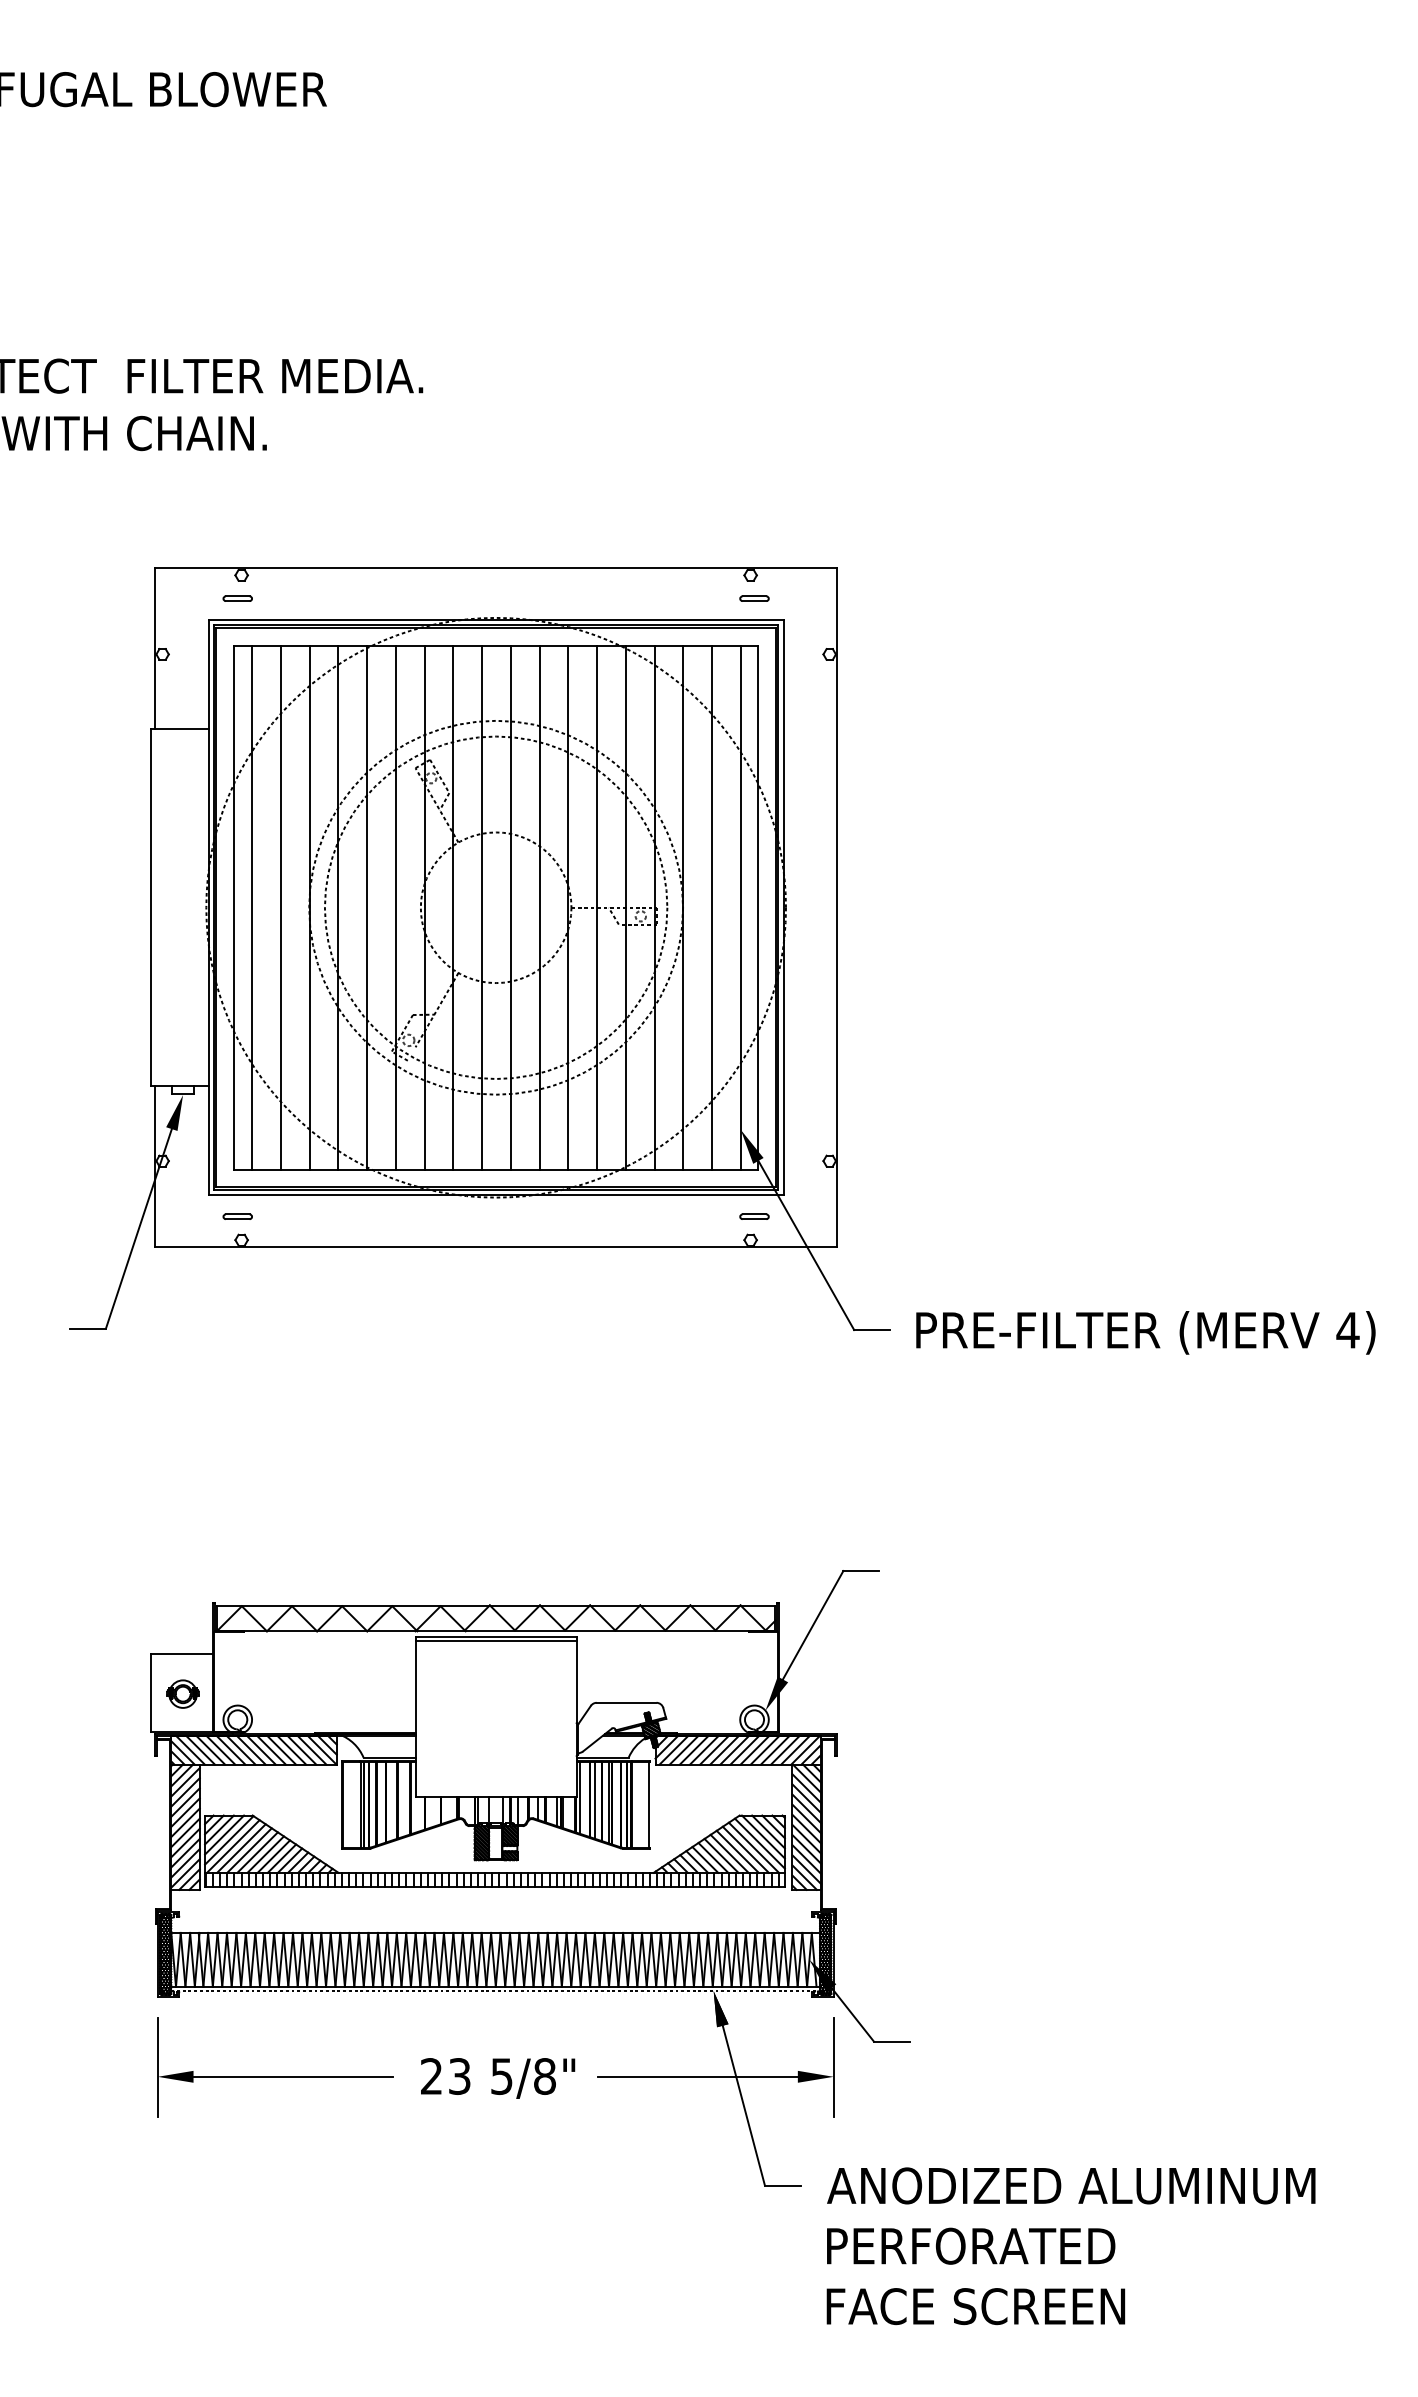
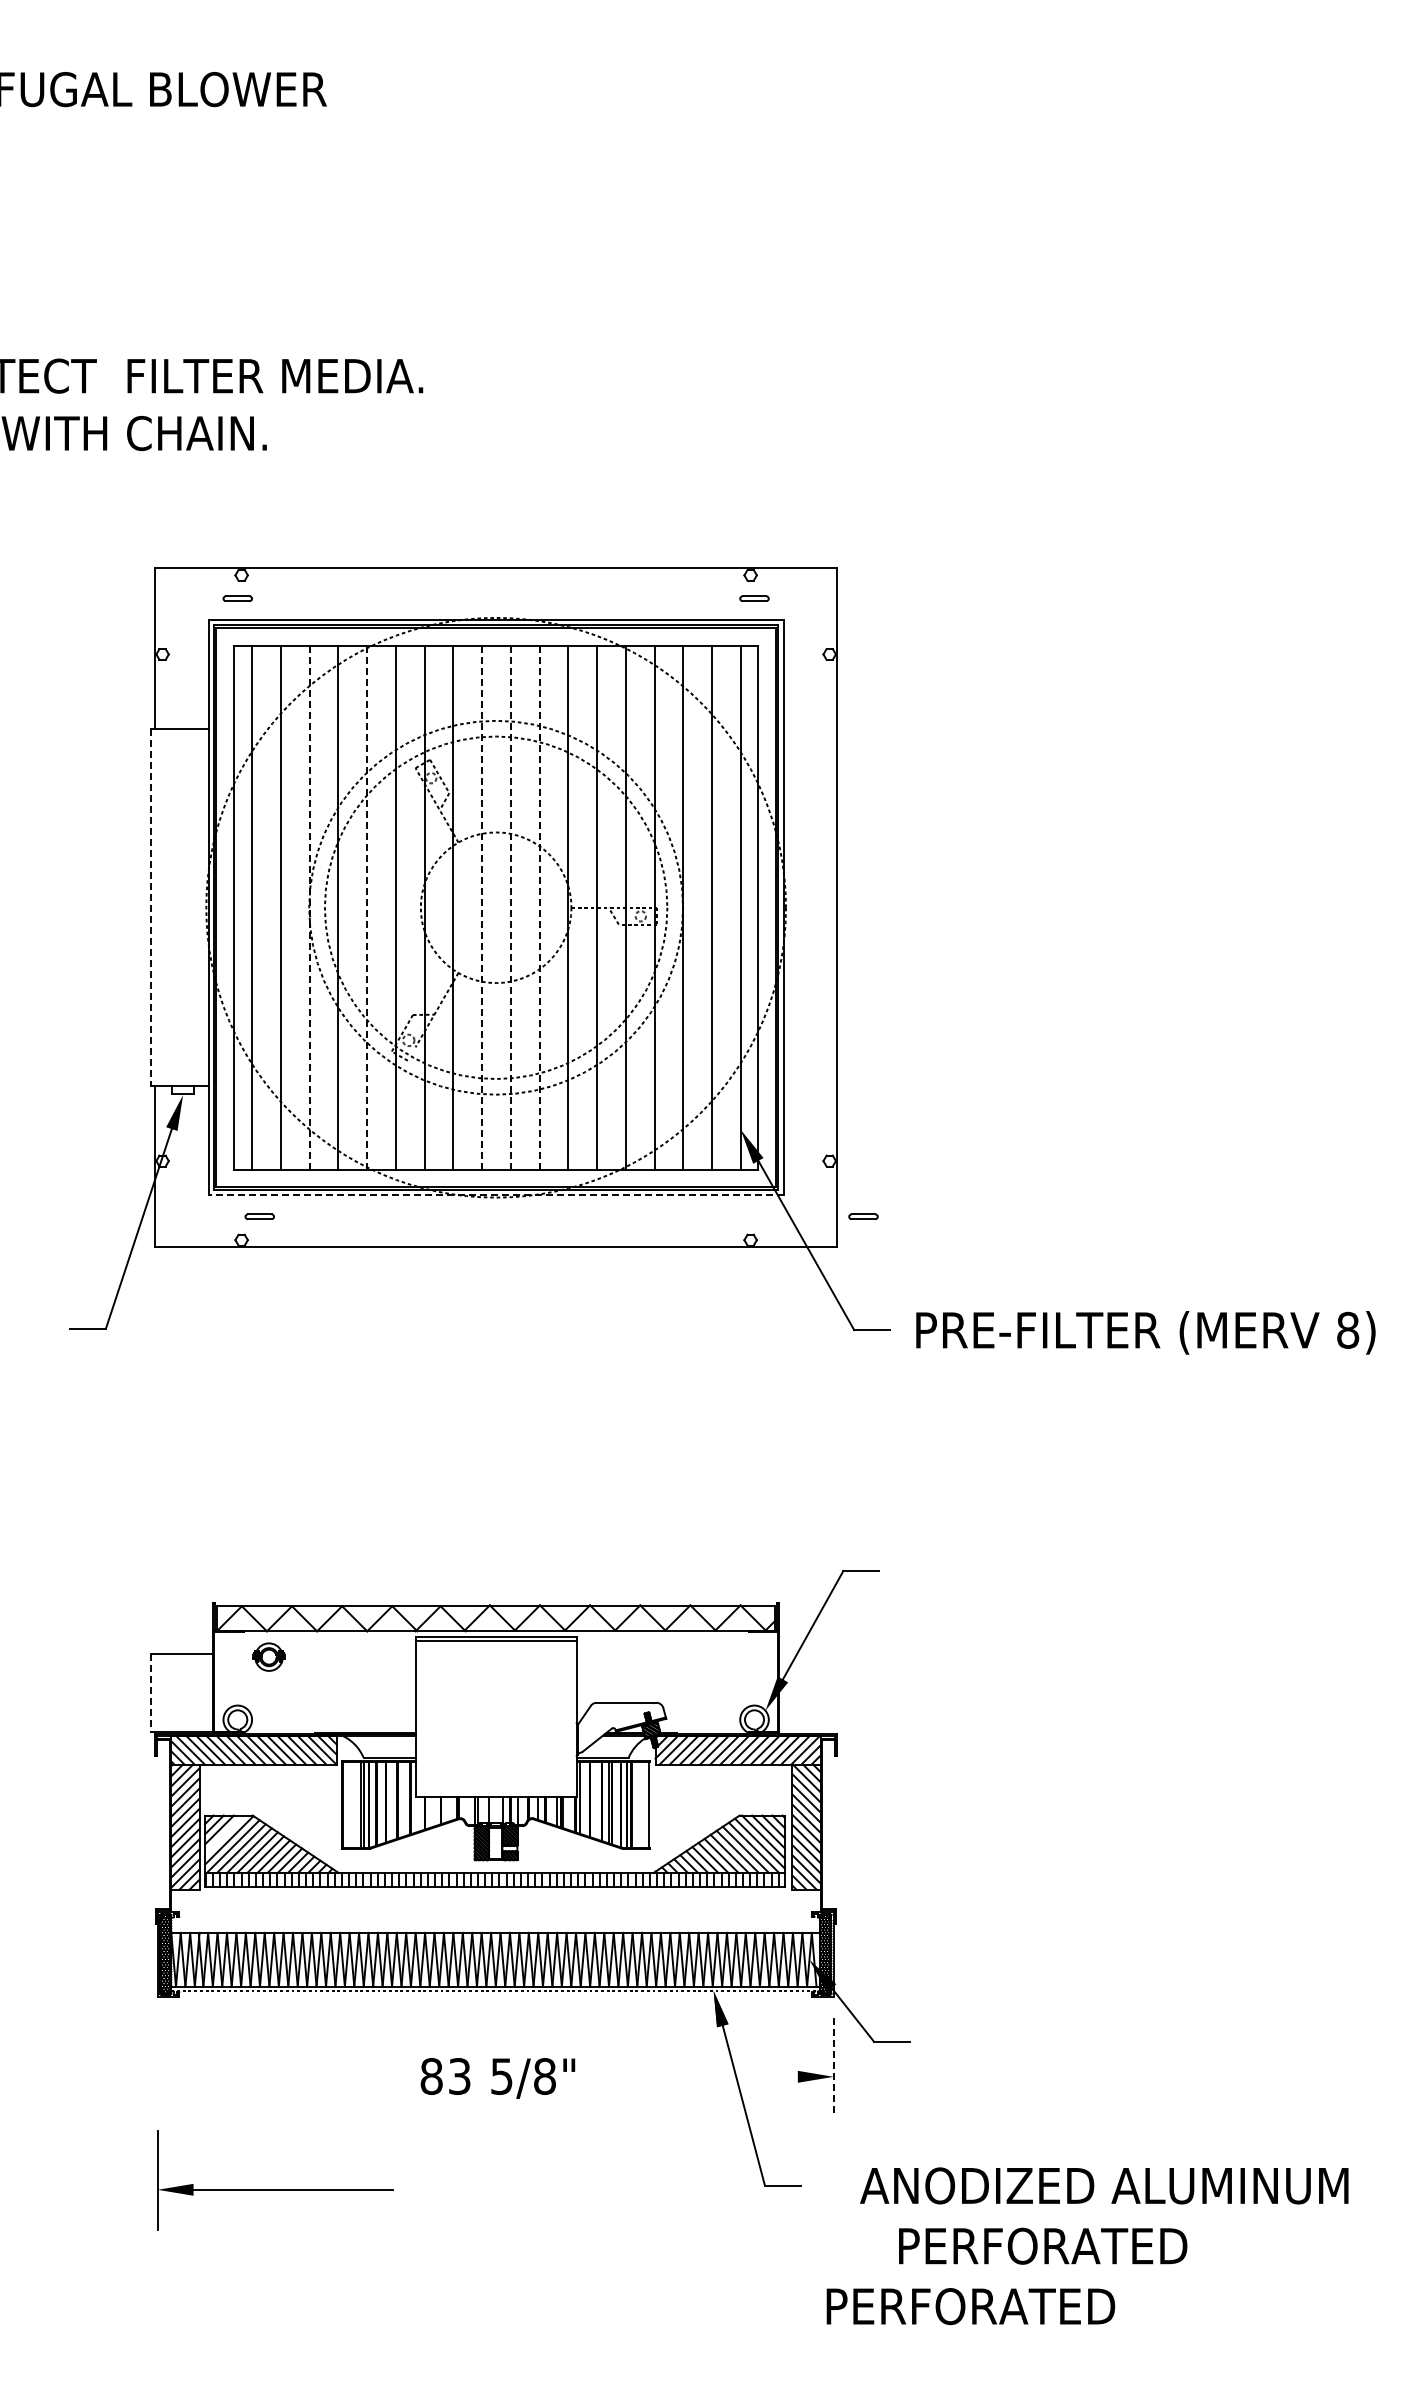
line at (151, 907): solid -> dashed
line at (309, 907): solid -> dashed
line at (367, 907): solid -> dashed
line at (482, 907): solid -> dashed
line at (510, 907): solid -> dashed
line at (539, 907): solid -> dashed
line at (495, 1195): solid -> dashed
part at (237, 1216) position: (237, 1216) -> (259, 1216)
part at (754, 1216) position: (754, 1216) -> (863, 1216)
text at (1347, 1329): 4) -> 8)
line at (151, 1693): solid -> dashed
part at (182, 1693) position: (182, 1693) -> (268, 1656)
line at (594, 1799): present -> none
line at (224, 1834): present -> none
line at (833, 2067): solid -> dashed
part at (275, 2076) position: (275, 2076) -> (275, 2189)
text at (431, 2076): 23 -> 83
line at (697, 2076): present -> none
text at (1071, 2185) position: (1071, 2185) -> (1104, 2185)
text at (971, 2245) position: (971, 2245) -> (1043, 2245)
text at (978, 2306): FACE SCREEN -> PERFORATED
